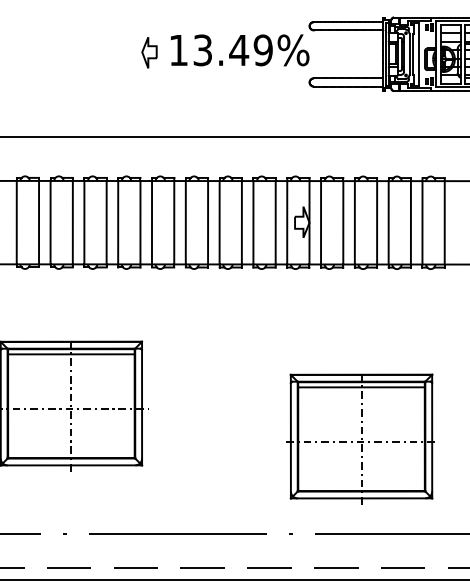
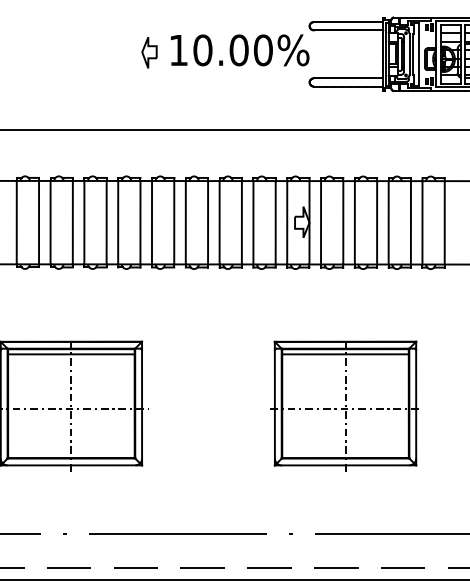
text at (232, 50): 13.49% -> 10.00%
line at (234, 137) position: (234, 137) -> (234, 130)
part at (360, 438) position: (360, 438) -> (344, 405)
